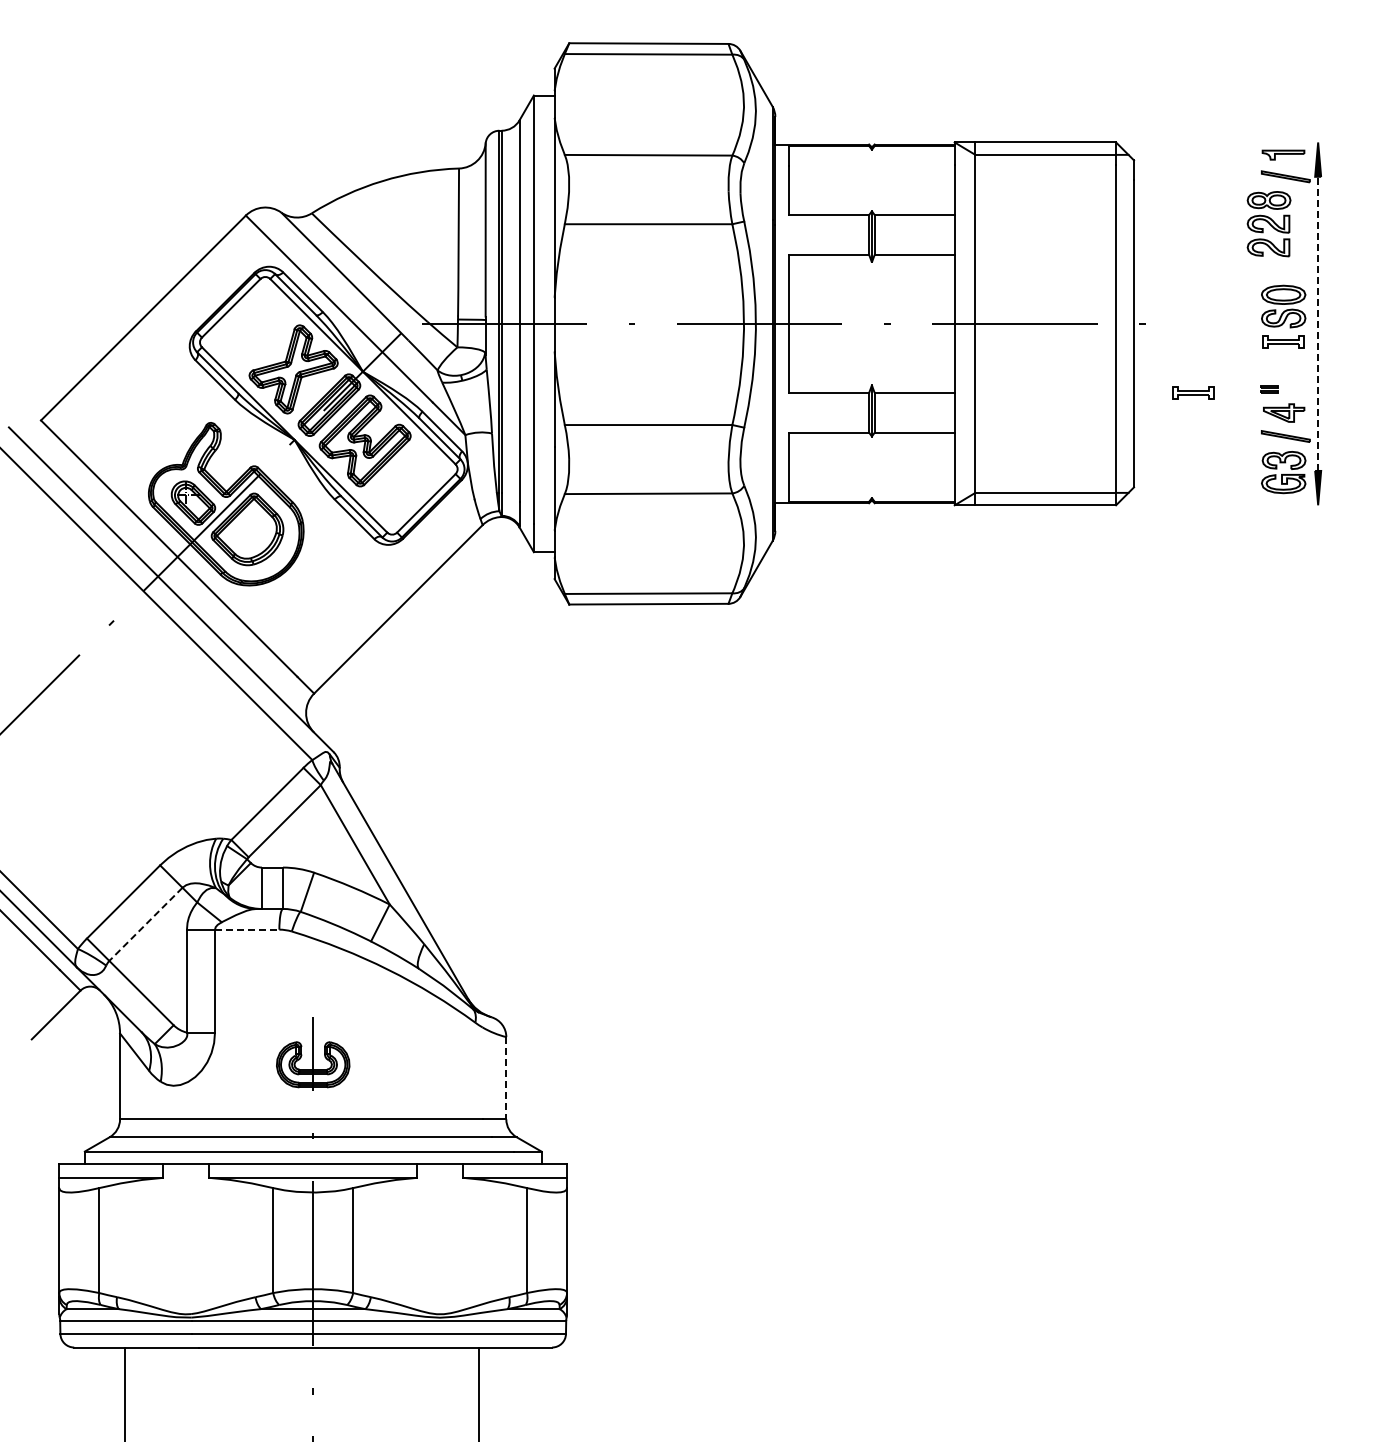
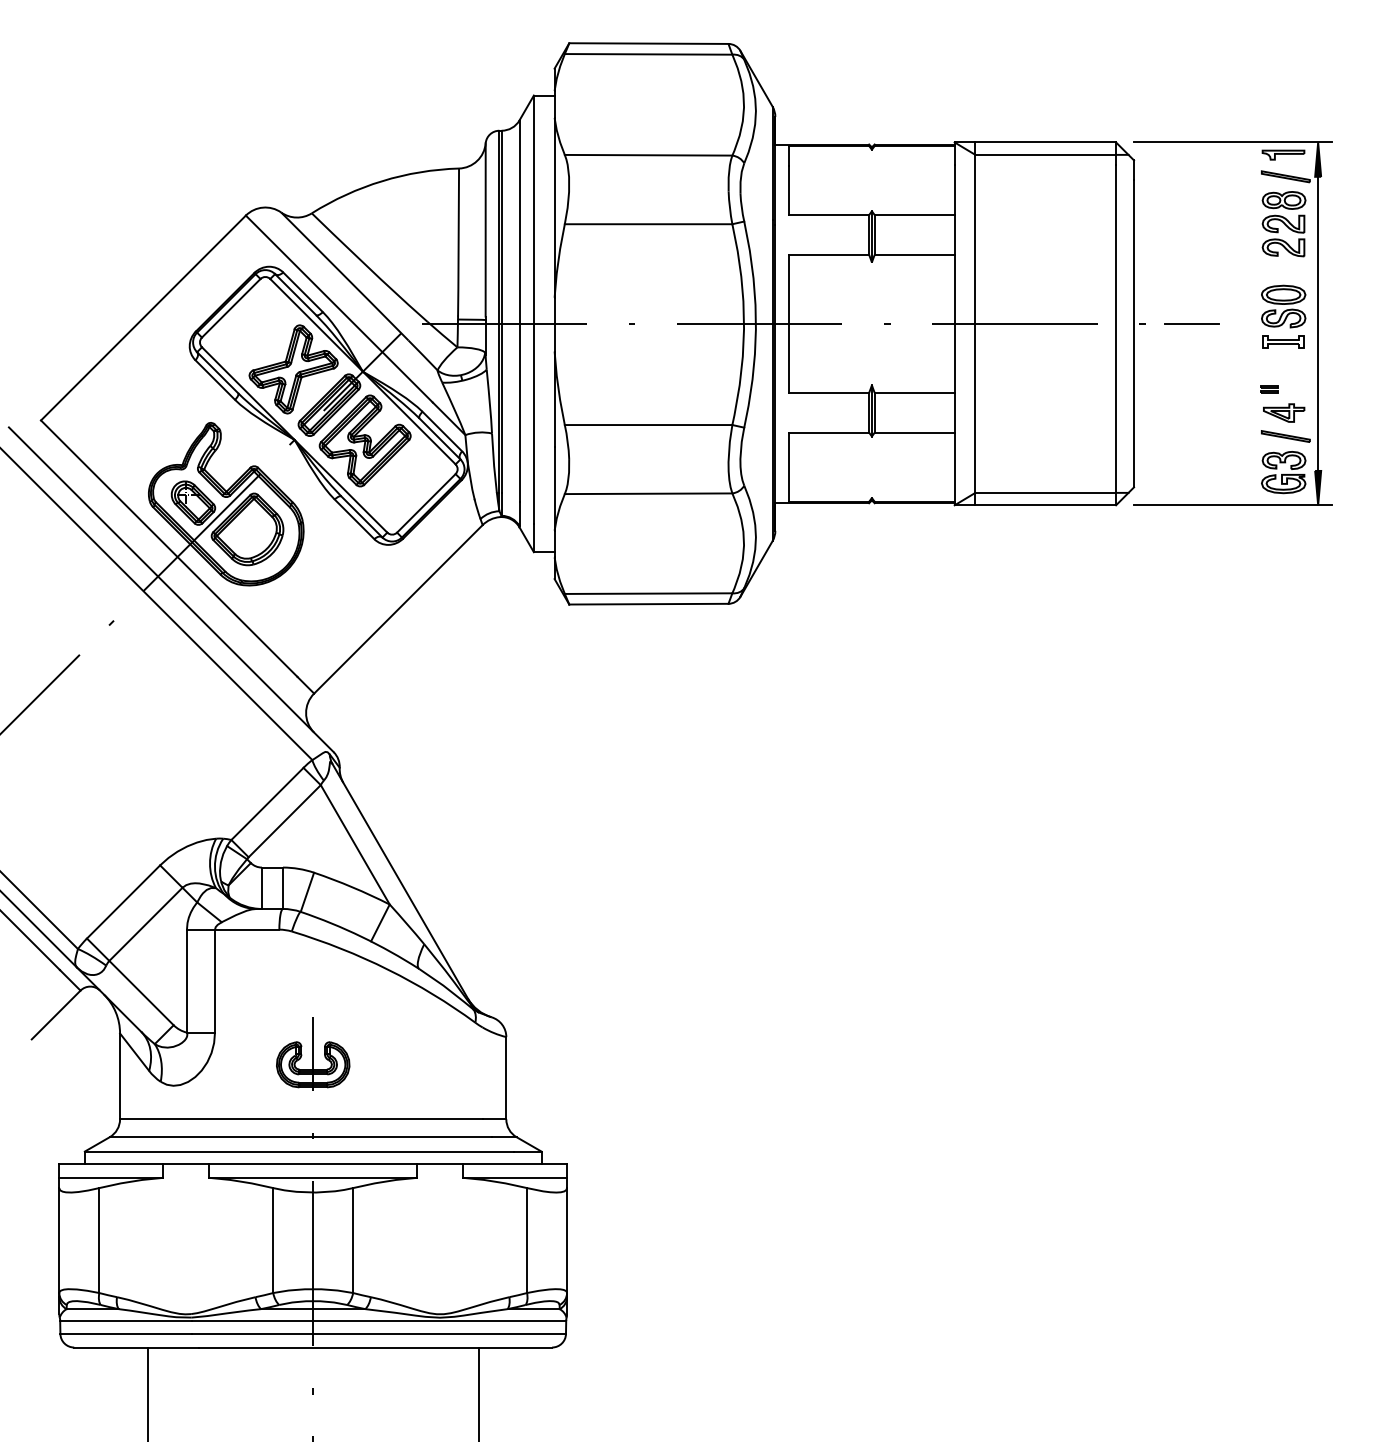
line at (1232, 142): none -> present
part at (1268, 224) position: (1268, 224) -> (1283, 224)
line at (1192, 323): none -> present
line at (1318, 323): dashed -> solid
part at (1193, 392): present -> none
line at (1232, 505): none -> present
line at (145, 924): dashed -> solid
line at (247, 929): dashed -> solid
line at (506, 1078): dashed -> solid
line at (124, 1392) position: (124, 1392) -> (147, 1392)
